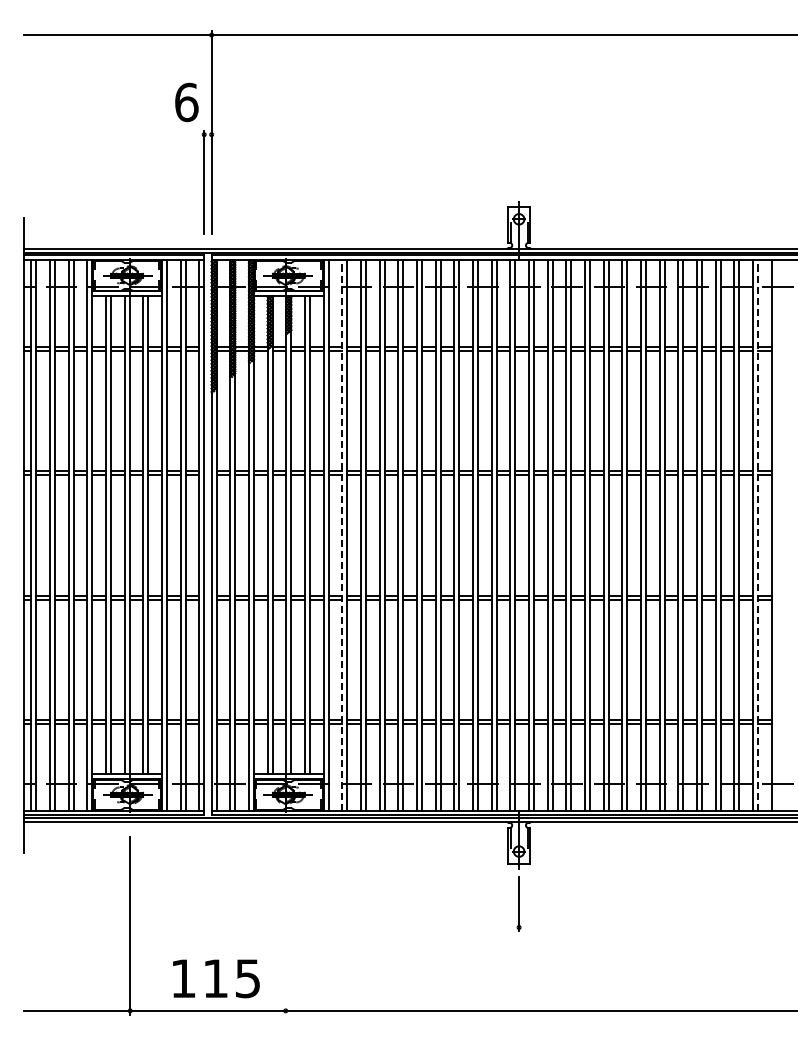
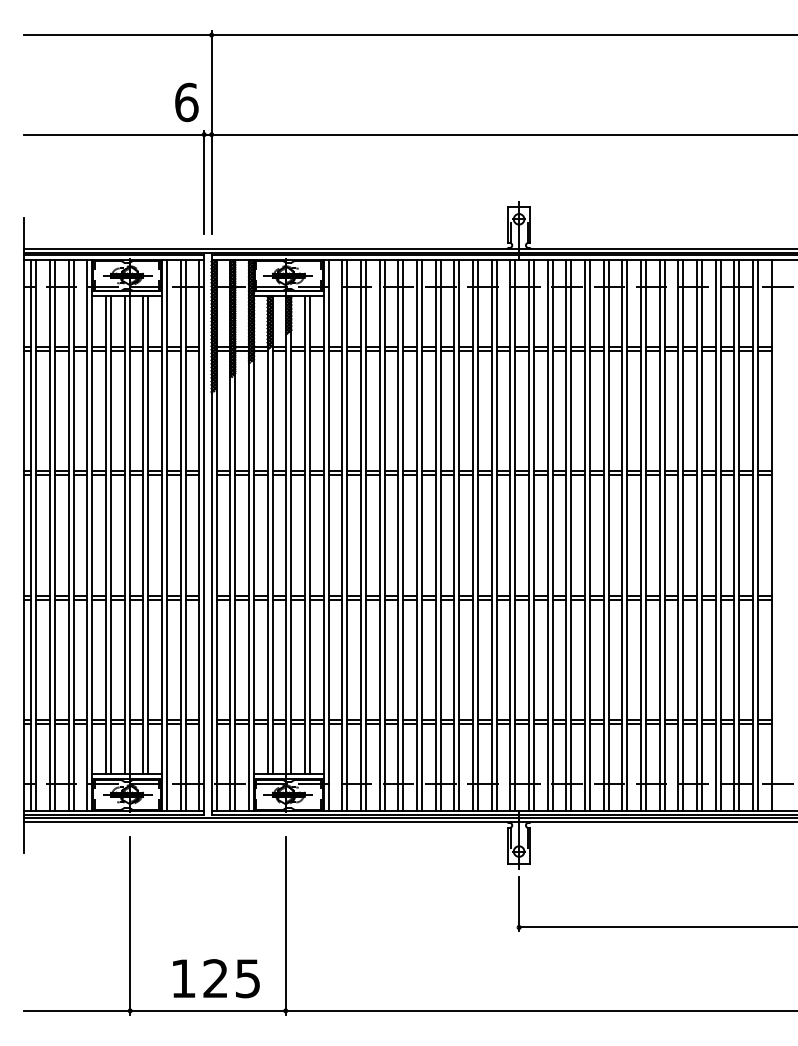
line at (408, 134): none -> present
line at (342, 534): dashed -> solid
line at (758, 534): dashed -> solid
line at (285, 925): none -> present
line at (656, 927): none -> present
text at (215, 978): 115 -> 125
